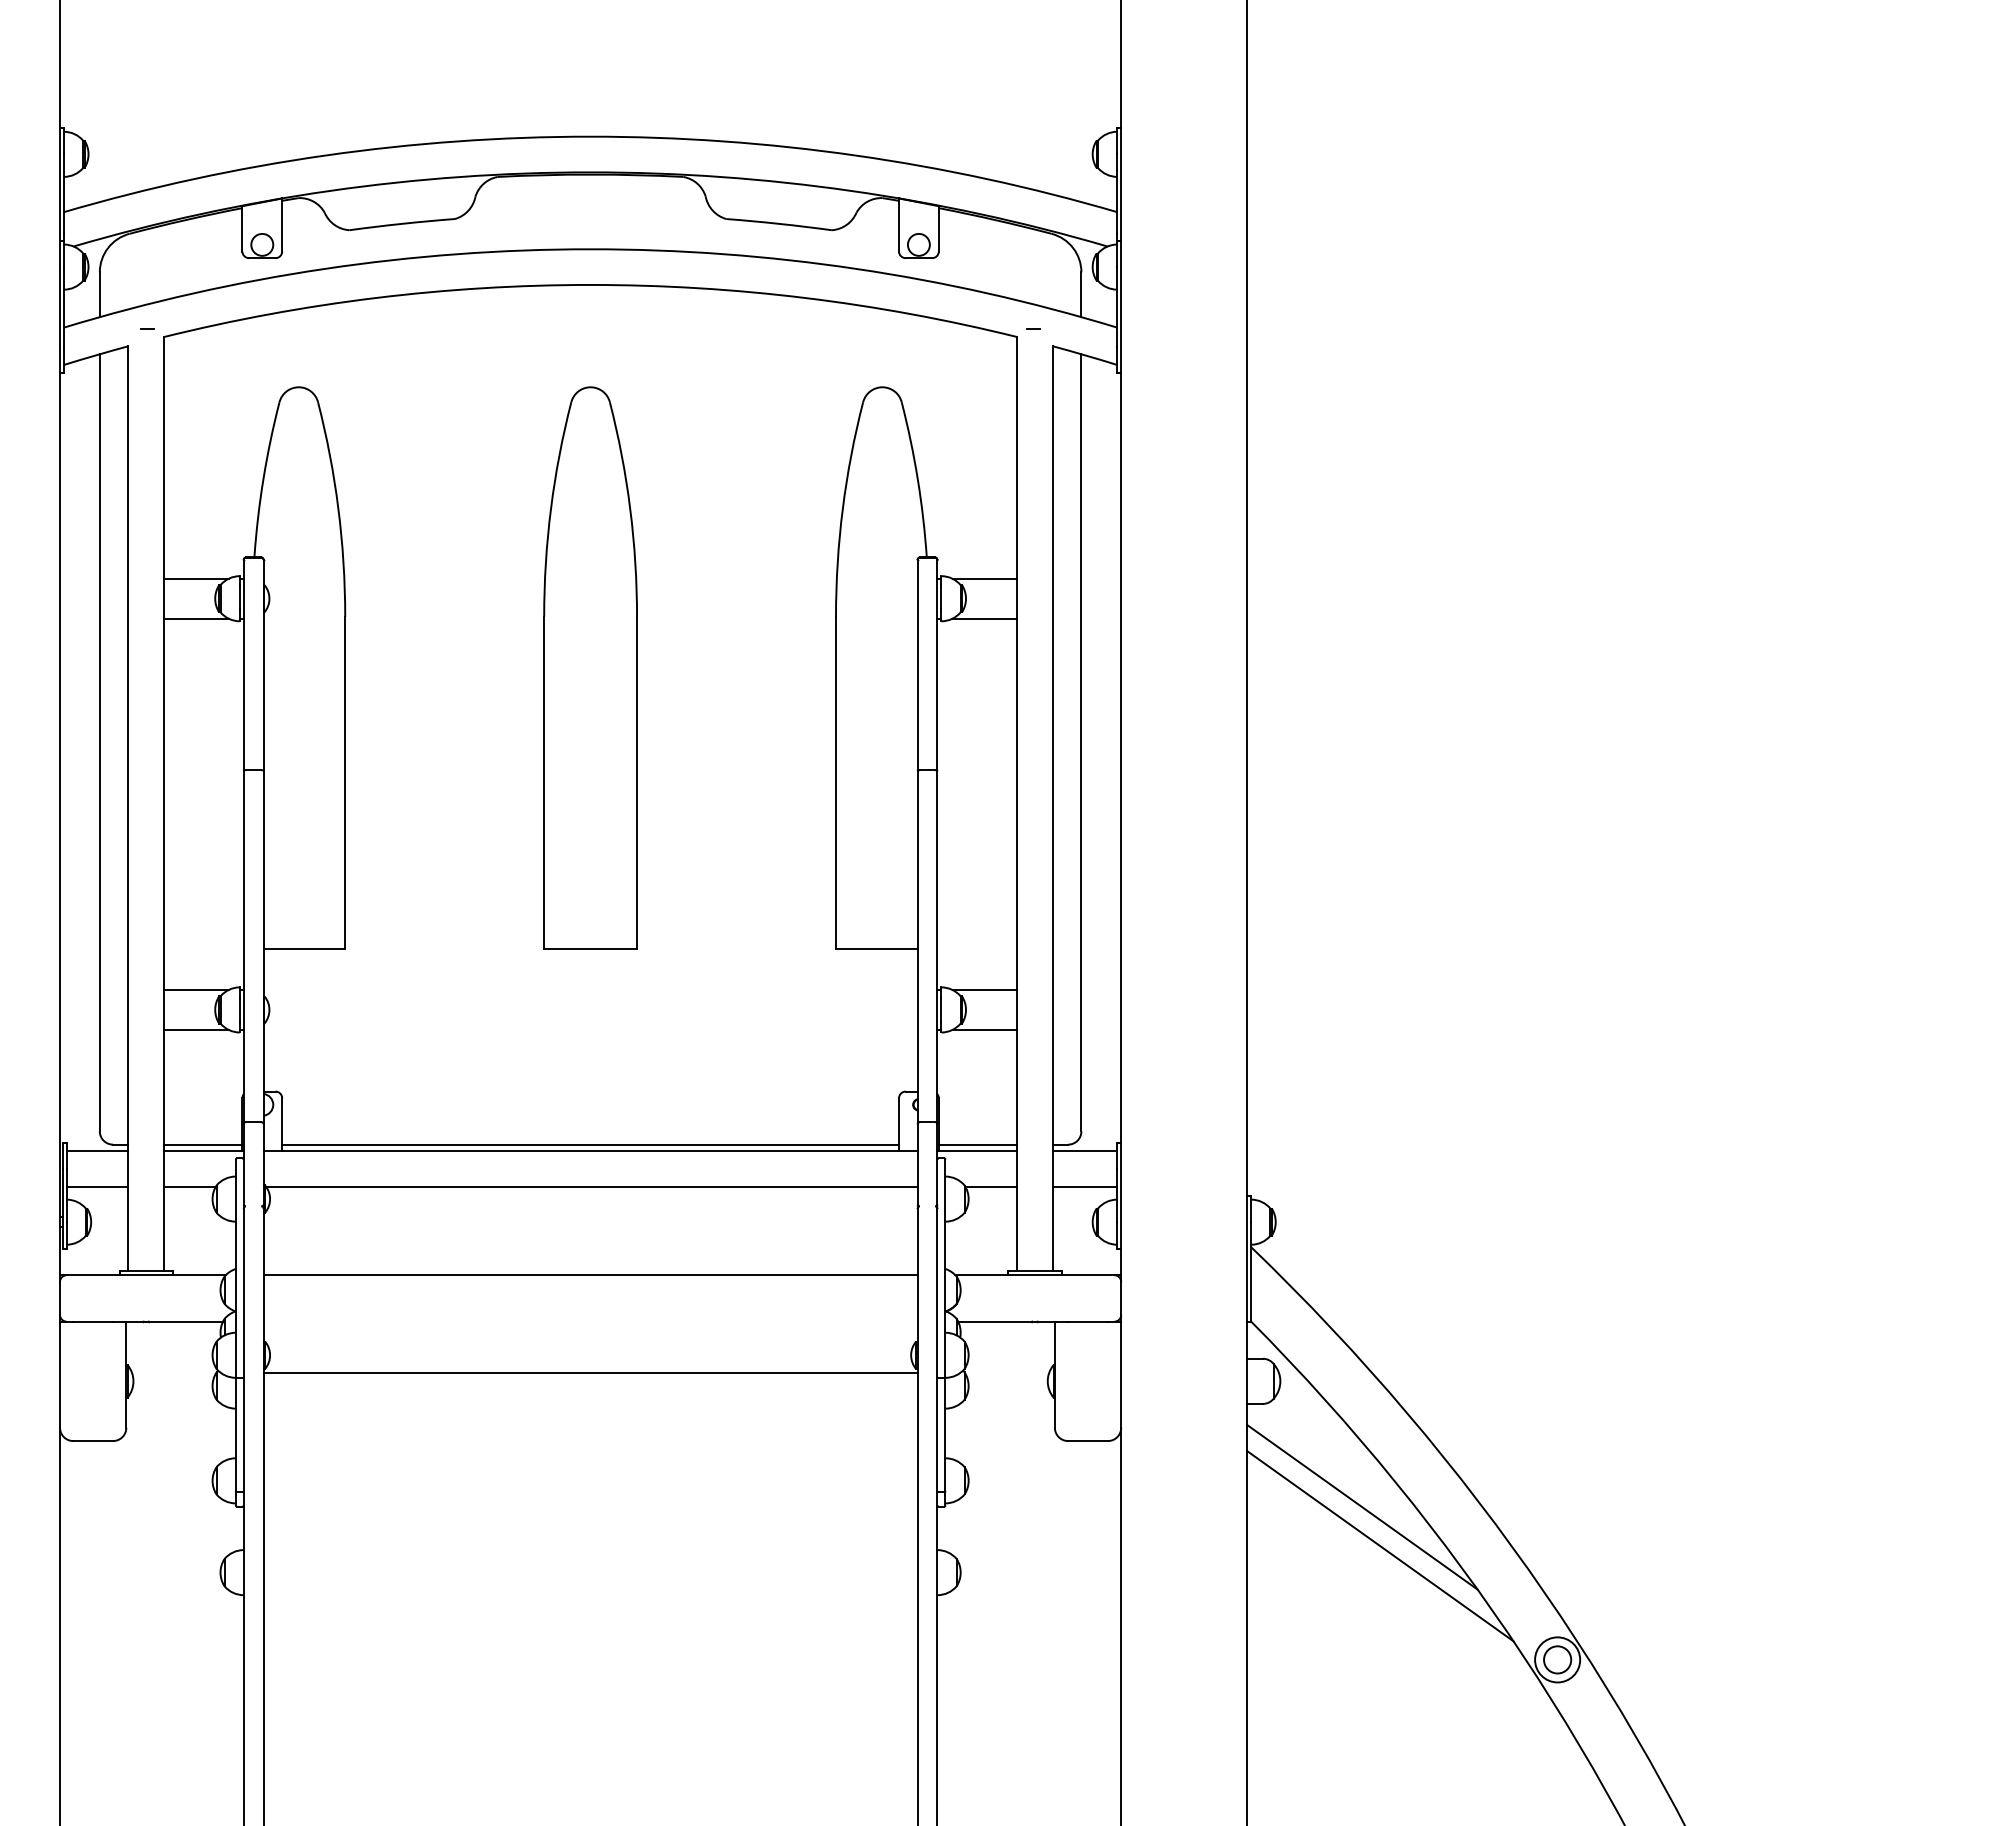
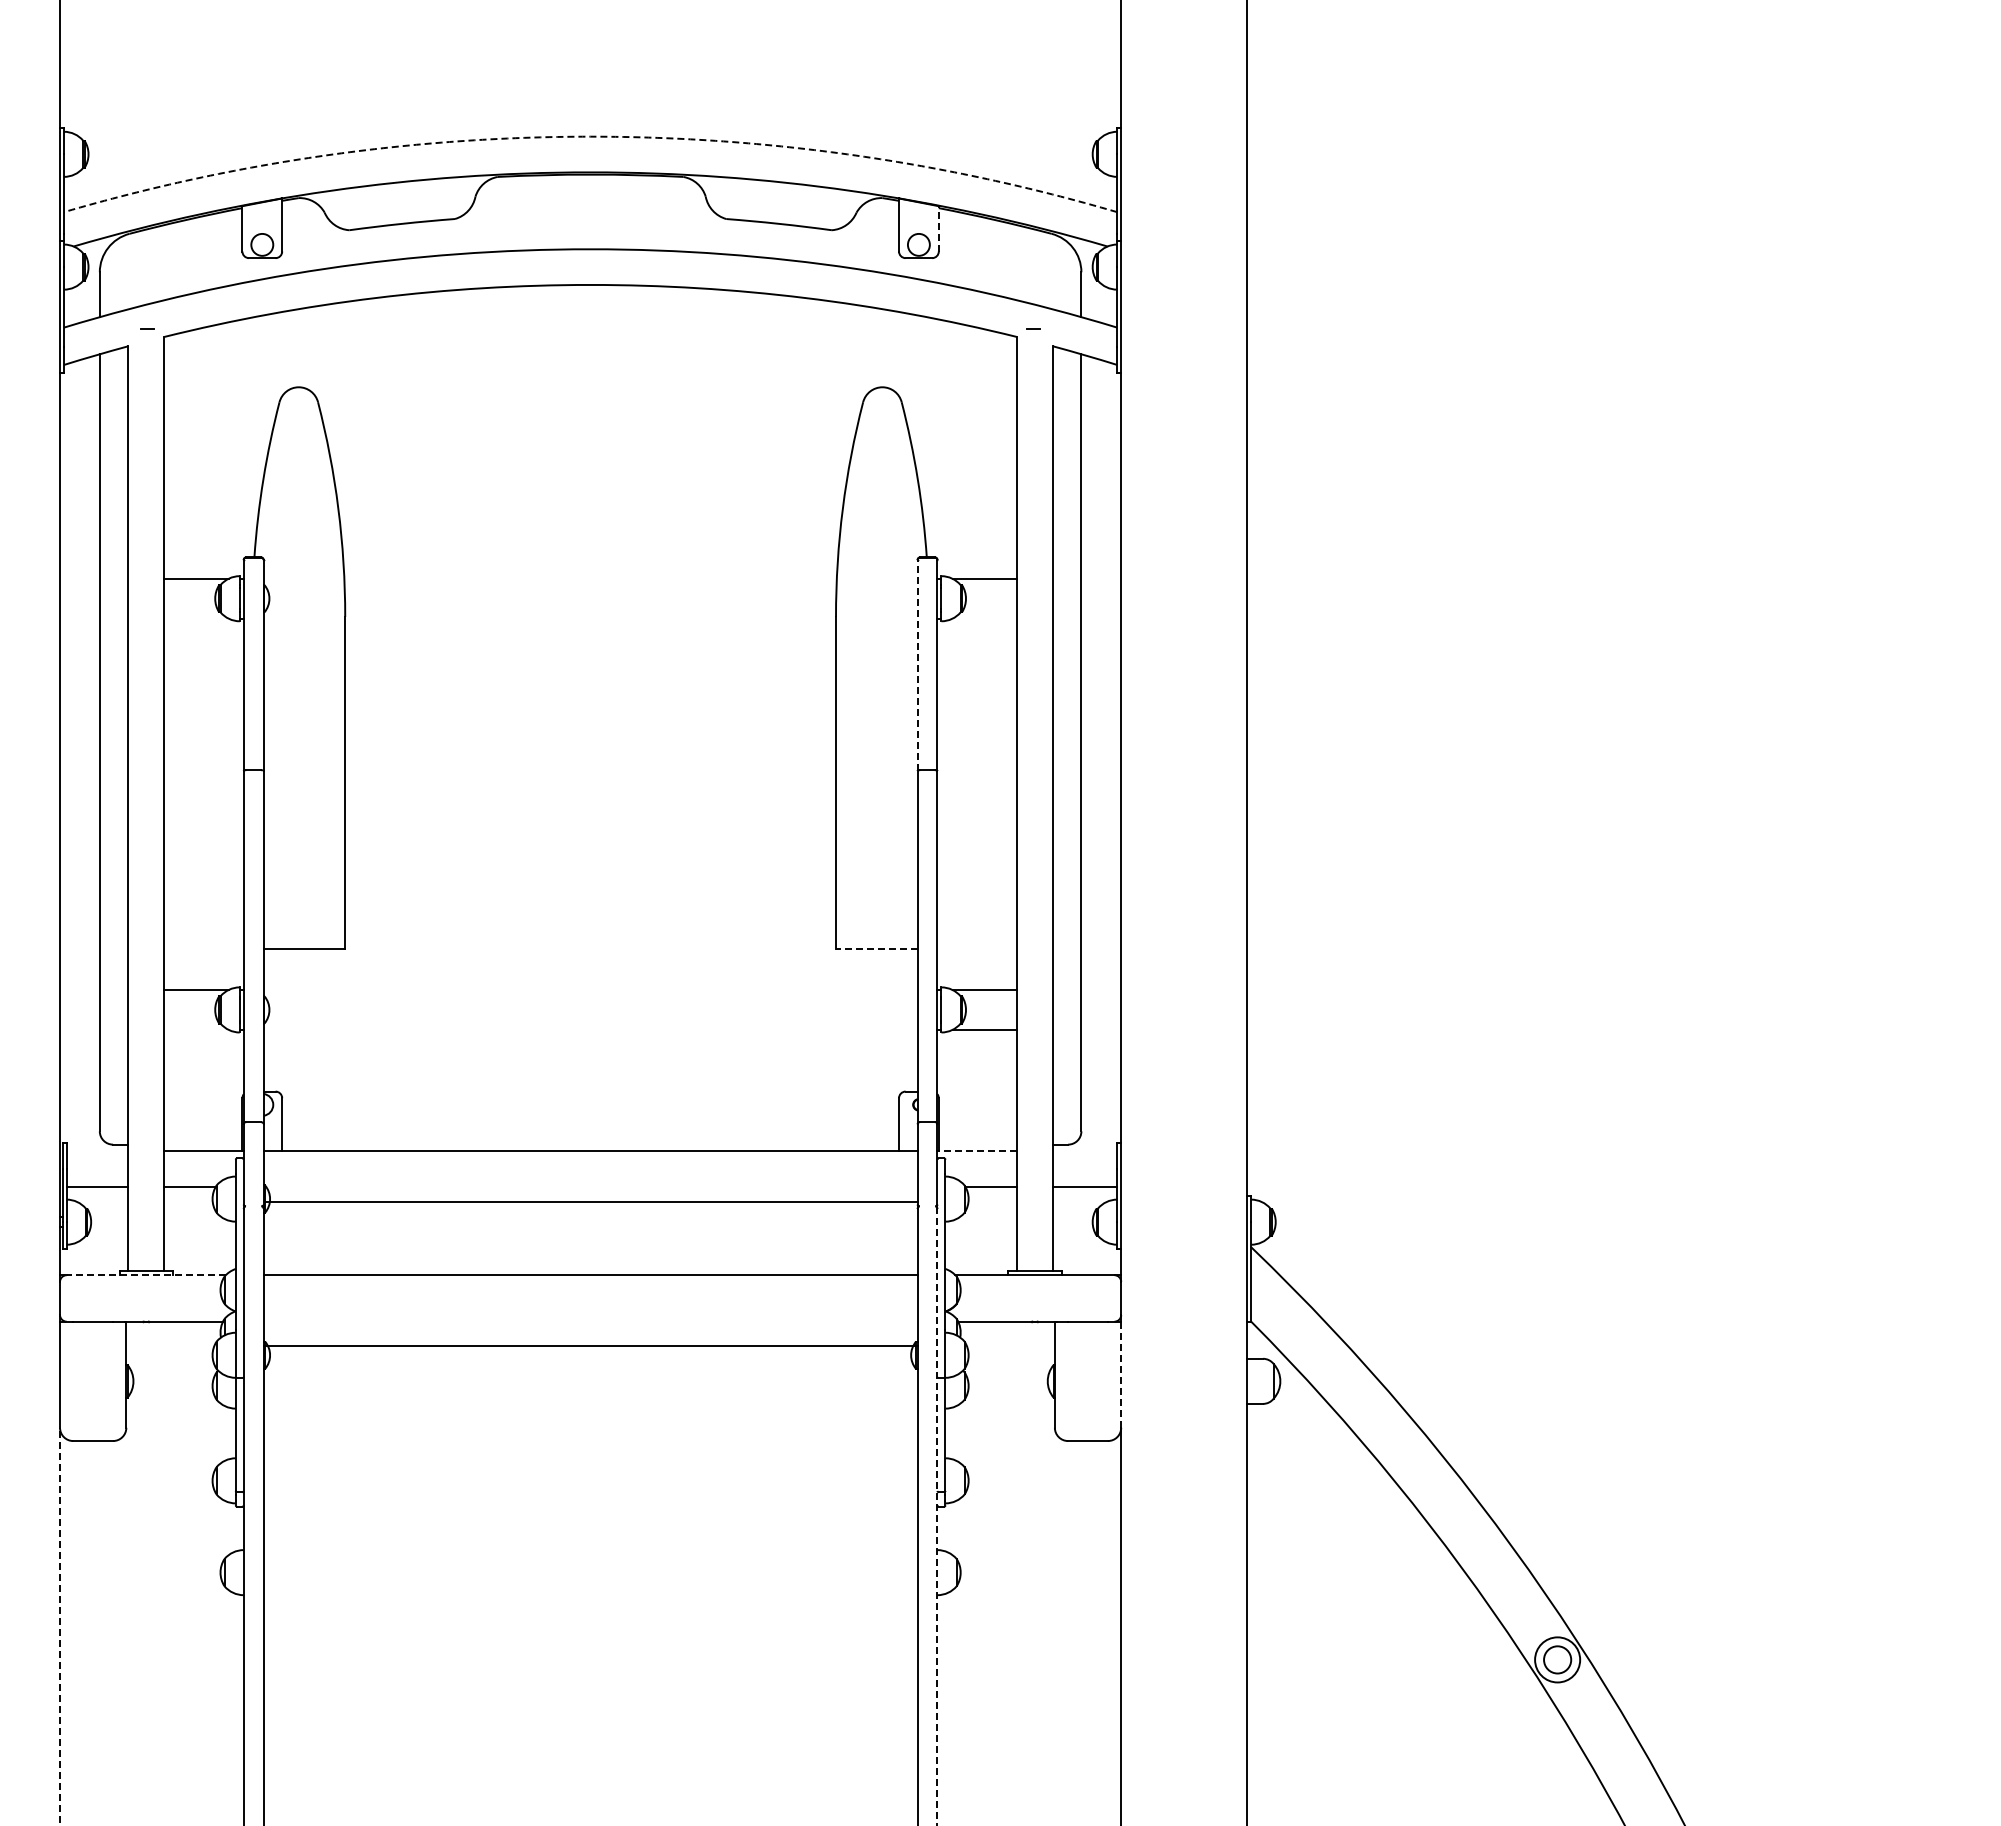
arc at (590, 136): solid -> dashed
line at (938, 228): solid -> dashed
line at (196, 618): present -> none
line at (984, 618): present -> none
line at (917, 665): solid -> dashed
part at (590, 667): present -> none
line at (876, 948): solid -> dashed
line at (196, 1029): present -> none
line at (203, 1144): present -> none
line at (590, 1144): present -> none
line at (977, 1144): present -> none
line at (97, 1151): present -> none
line at (977, 1151): solid -> dashed
line at (1084, 1151): present -> none
line at (591, 1186) position: (591, 1186) -> (591, 1201)
line at (146, 1275): solid -> dashed
line at (590, 1372) position: (590, 1372) -> (590, 1345)
line at (1121, 1374): solid -> dashed
line at (1362, 1507): present -> none
line at (937, 1516): solid -> dashed
line at (1380, 1546): present -> none
line at (60, 1626): solid -> dashed
